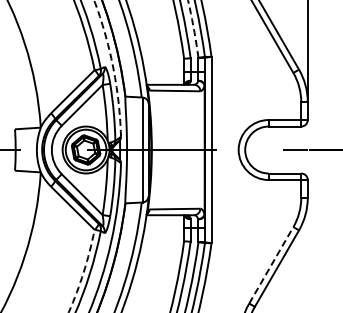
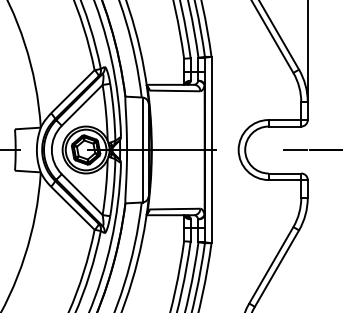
arc at (193, 28): dashed -> solid
arc at (113, 67): dashed -> solid
line at (271, 264): dashed -> solid
arc at (83, 272): dashed -> solid
